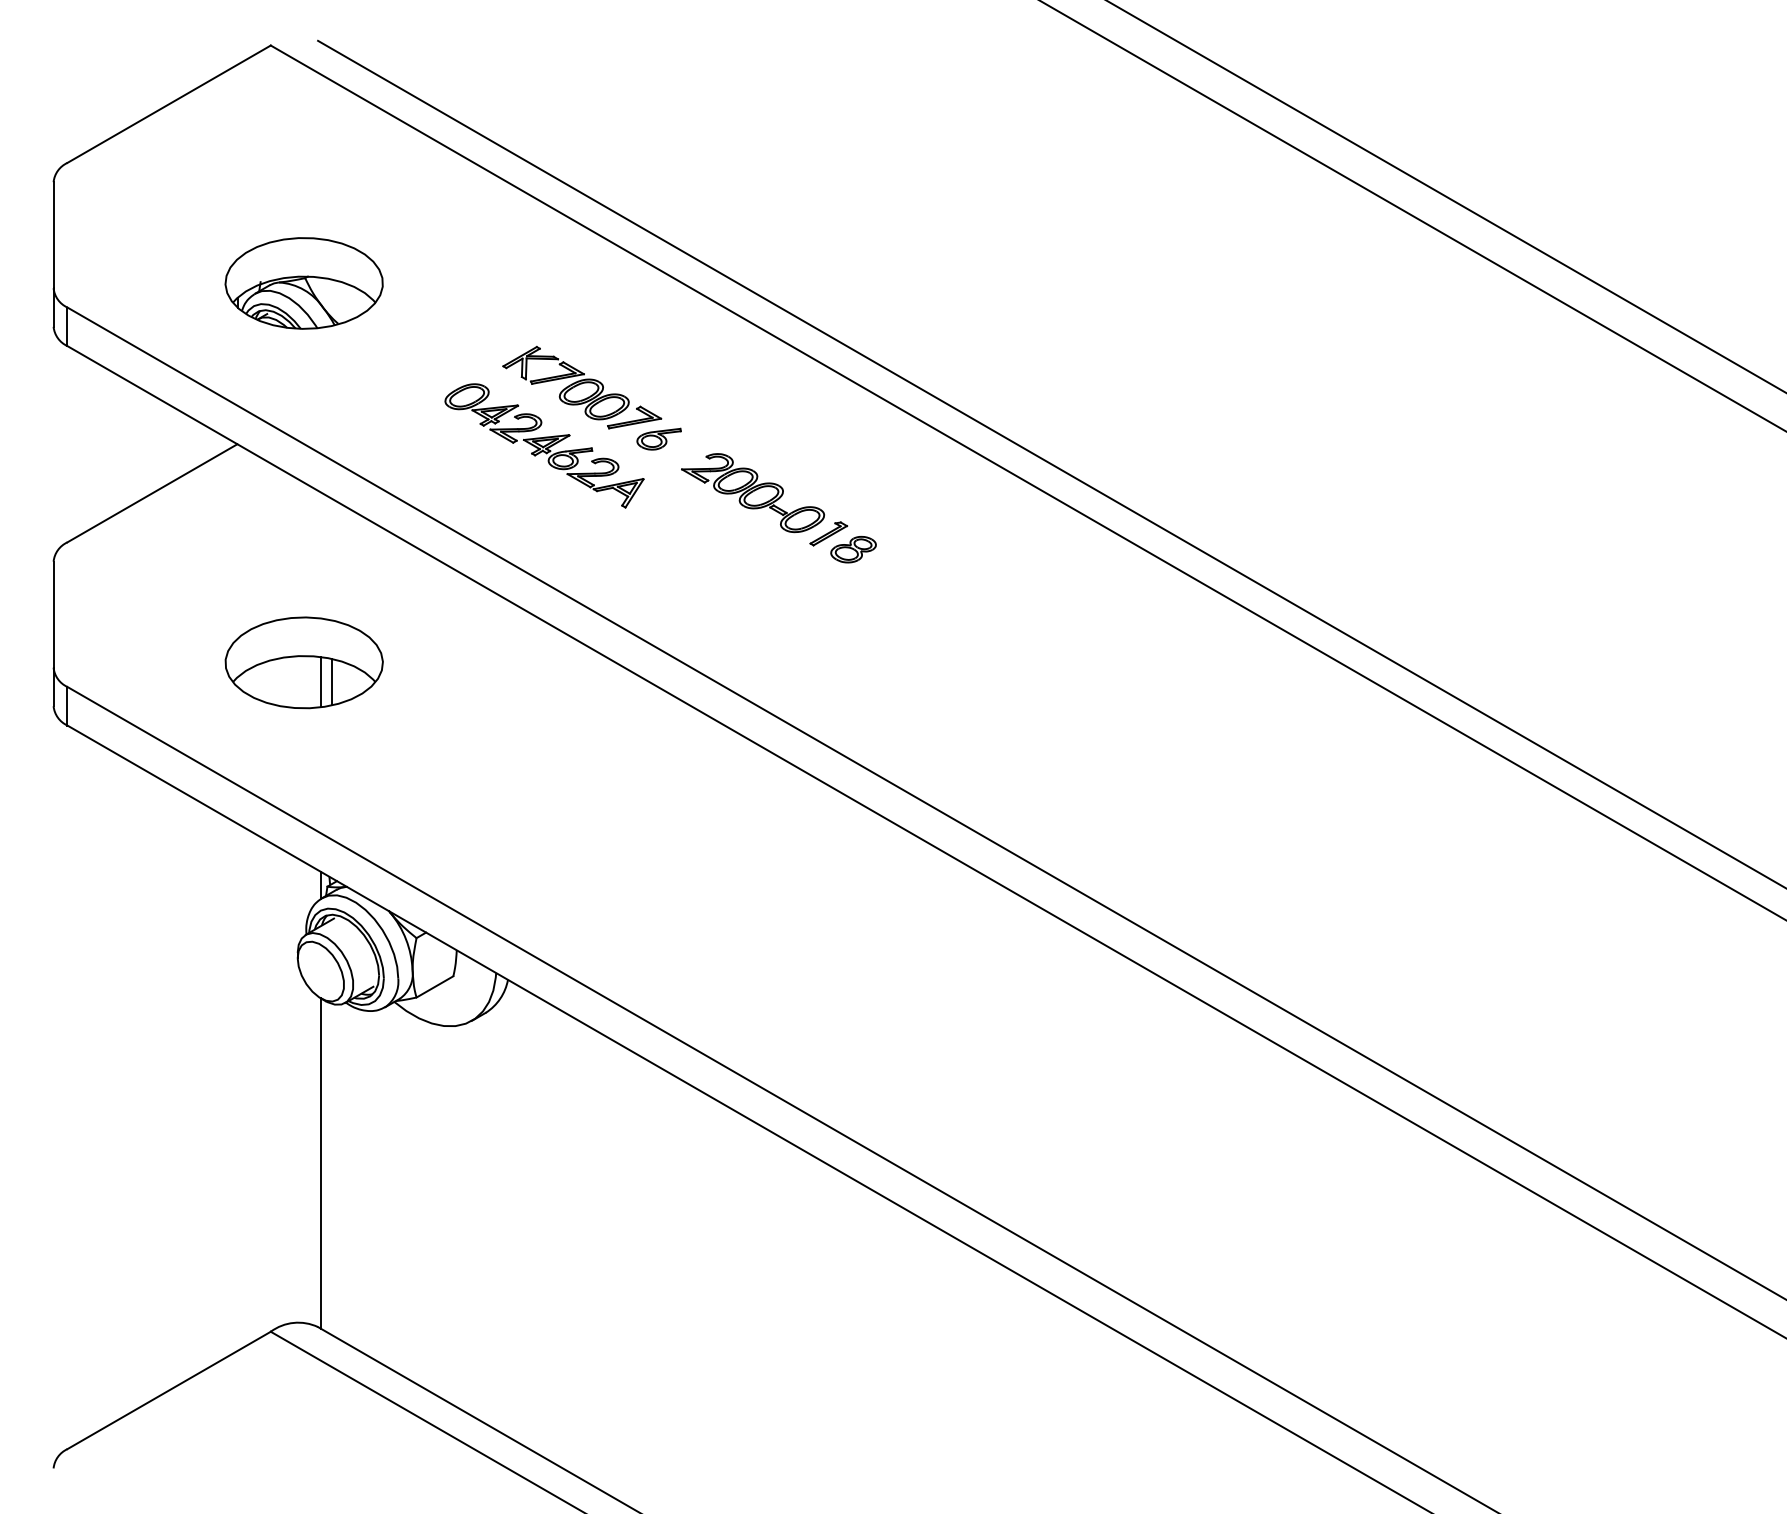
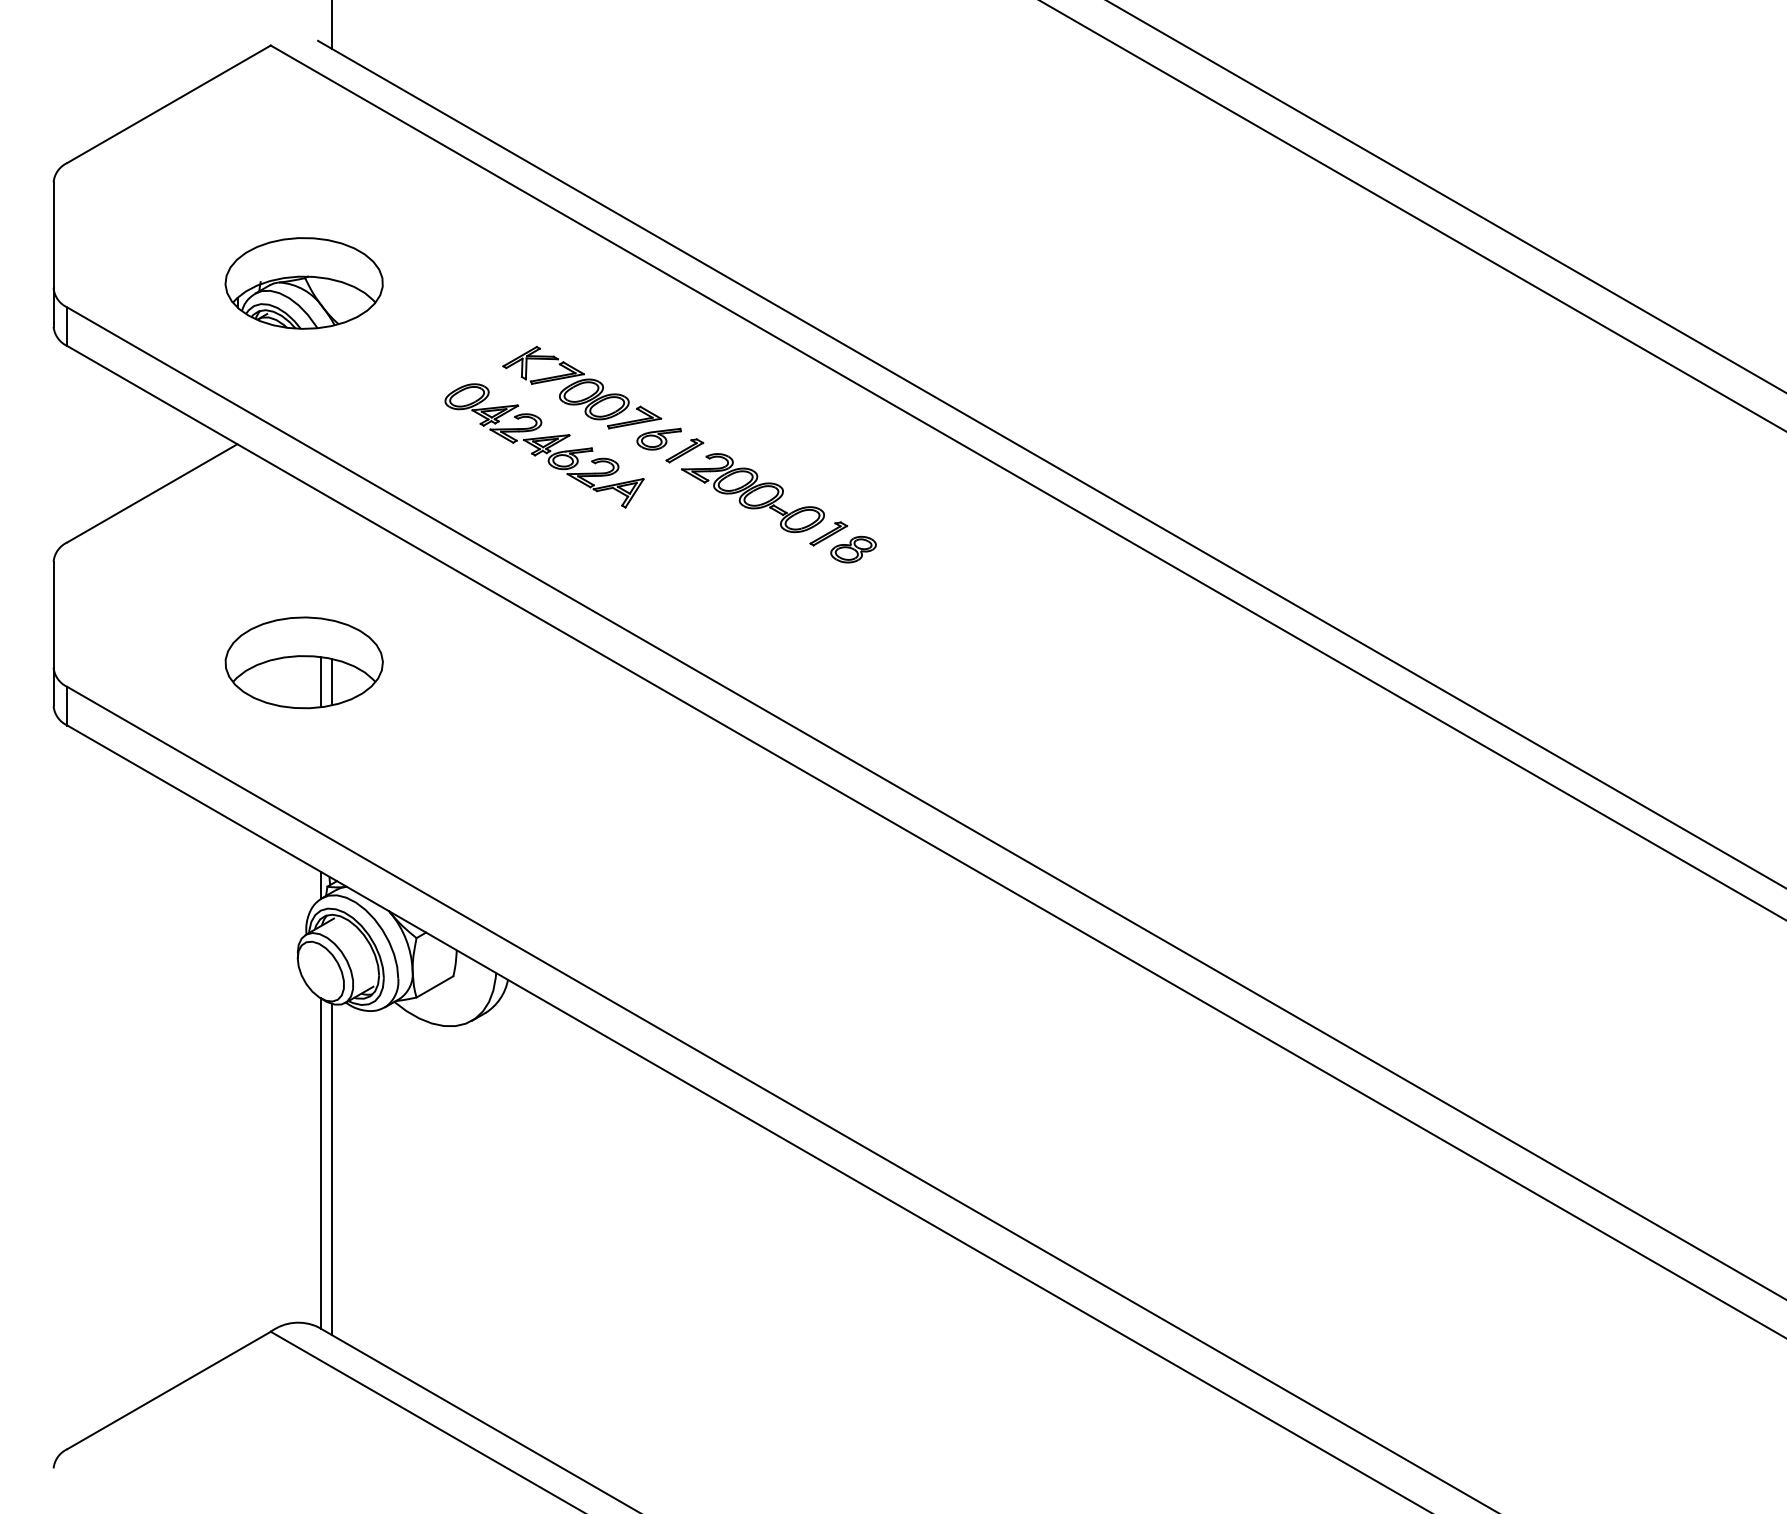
line at (332, 25): none -> present
part at (684, 450): none -> present
line at (332, 1169): none -> present
